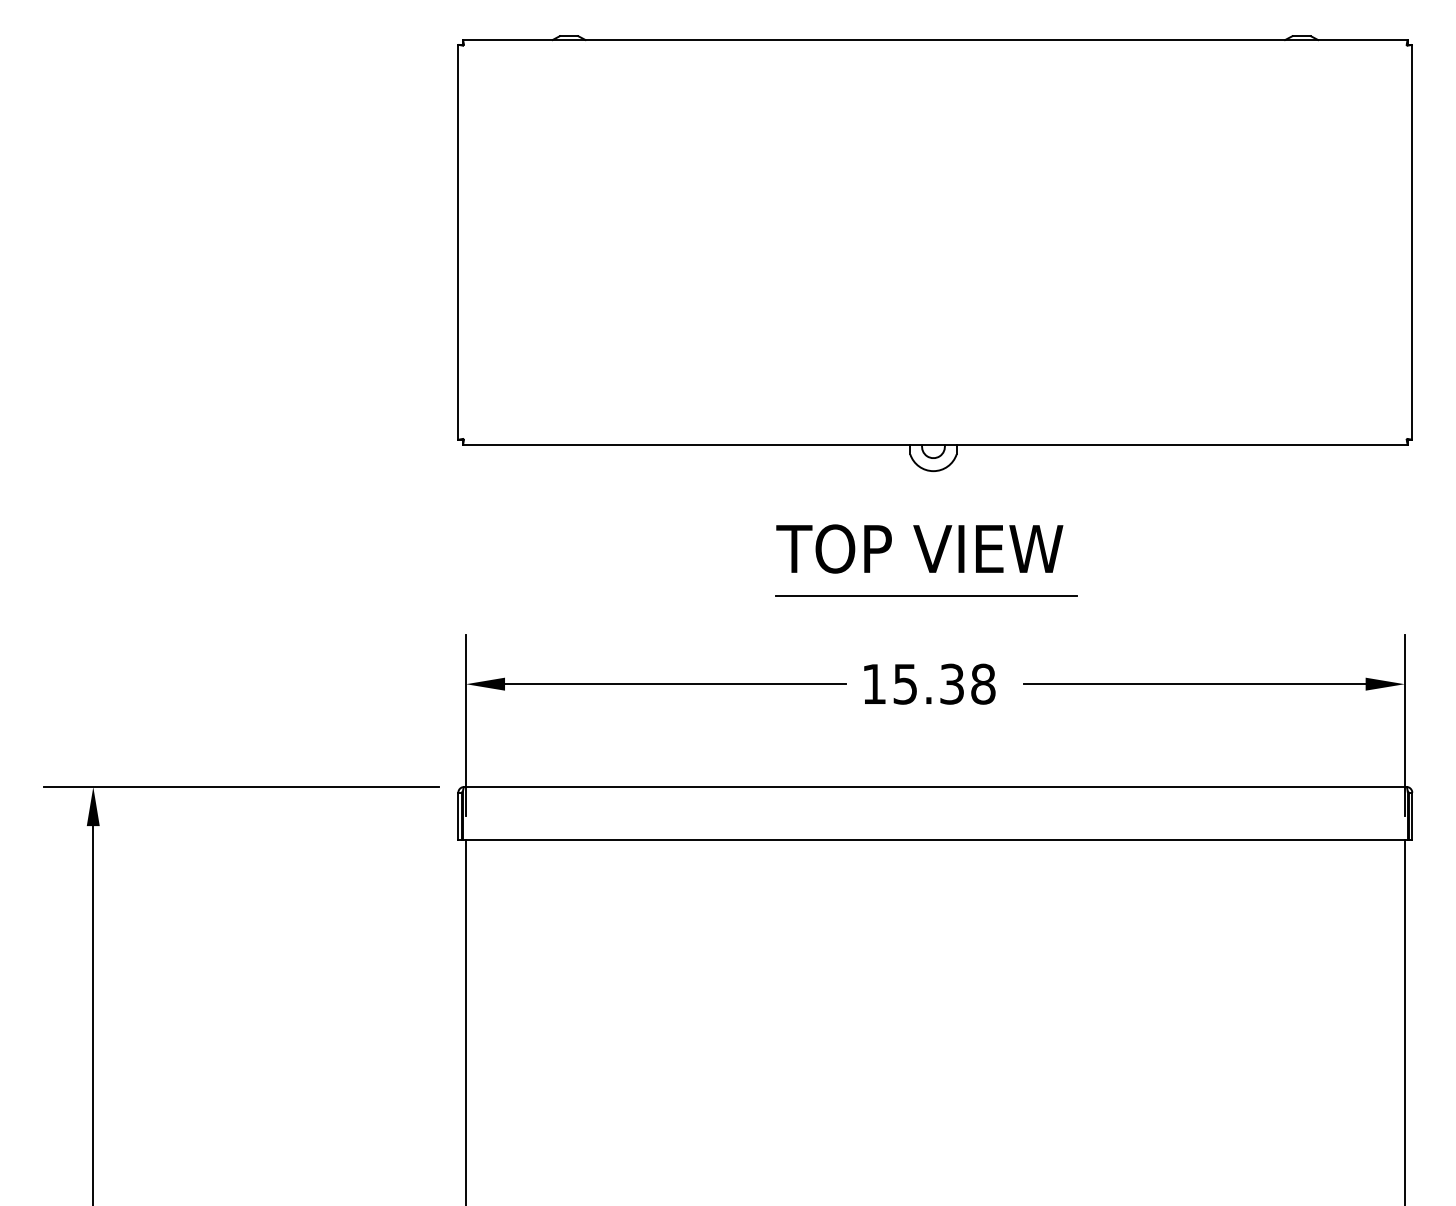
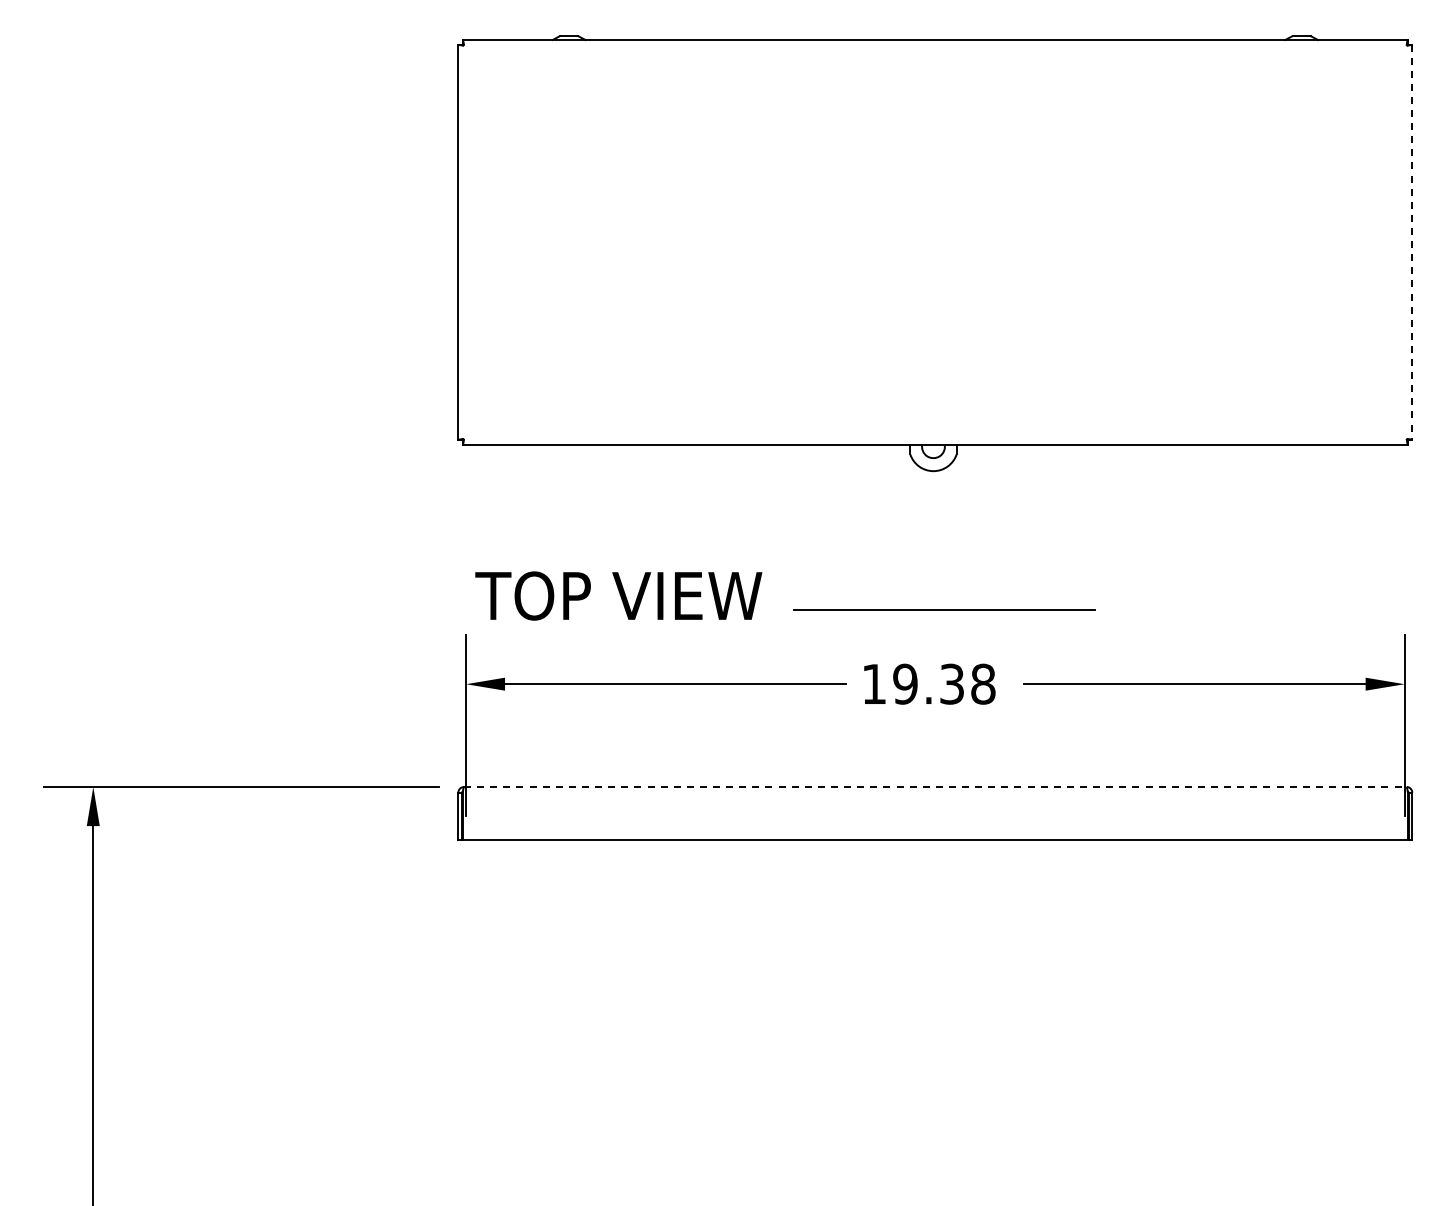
line at (1412, 242): solid -> dashed
text at (919, 548) position: (919, 548) -> (618, 595)
line at (926, 595) position: (926, 595) -> (944, 609)
text at (905, 683): 15.38 -> 19.38
line at (935, 787): solid -> dashed
line at (466, 1021): present -> none
line at (1404, 1021): present -> none
